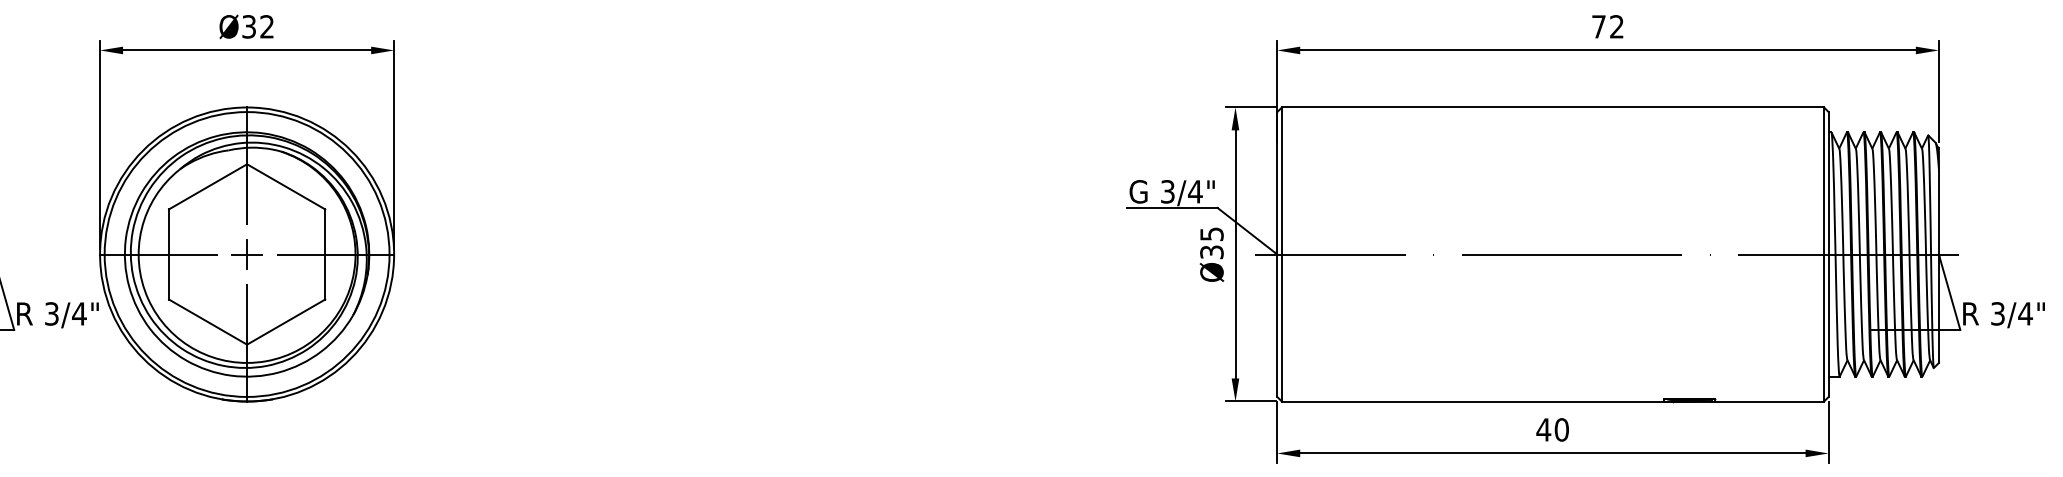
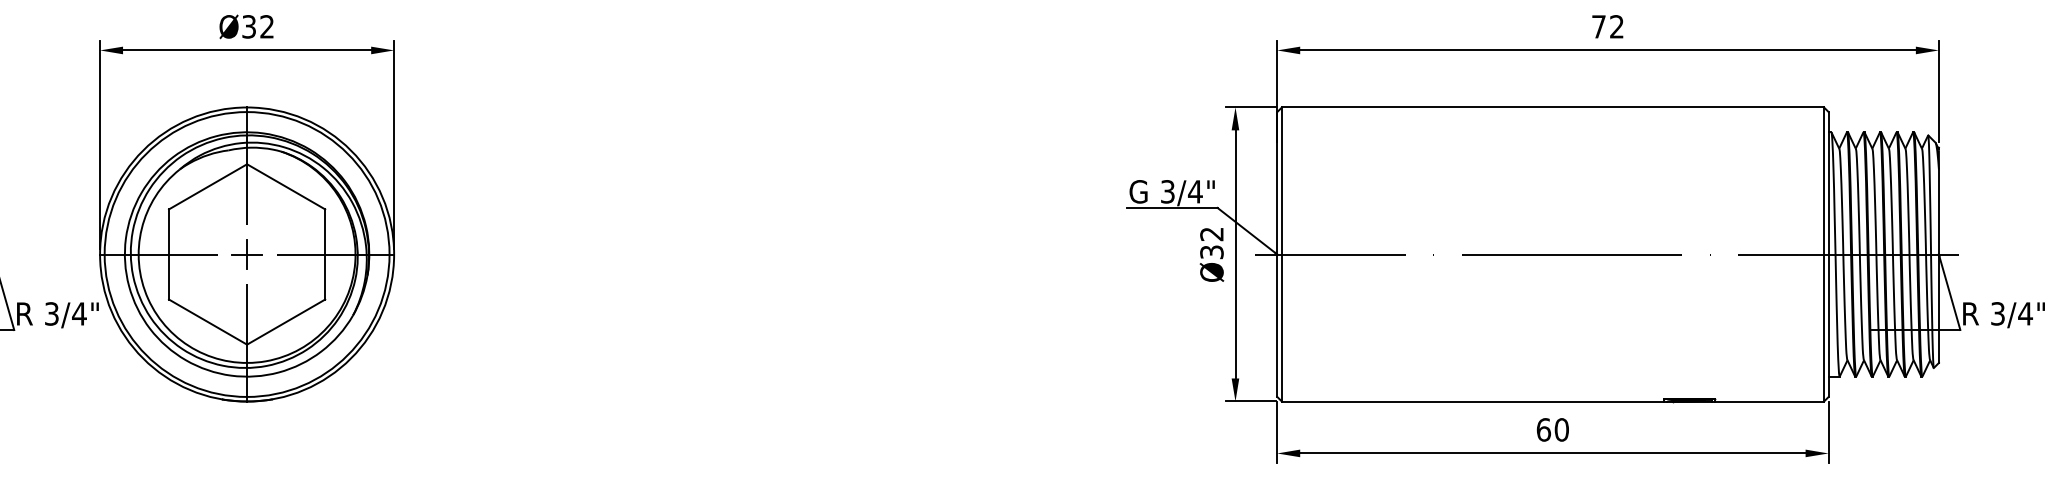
text at (1211, 234): Ø35 -> Ø32
text at (1543, 429): 40 -> 60
